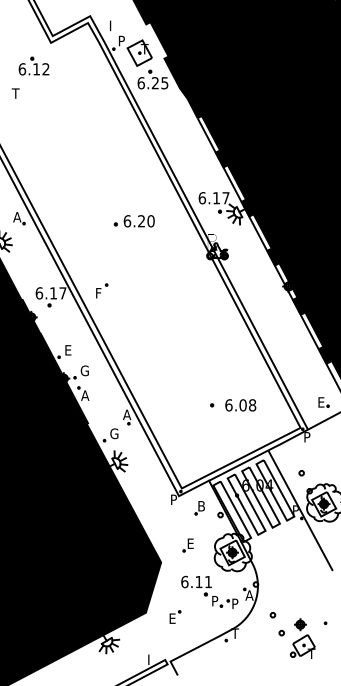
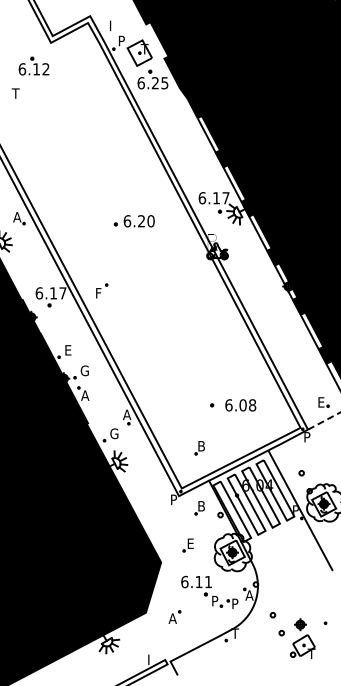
line at (324, 420): solid -> dashed
part at (199, 448): none -> present
text at (172, 618): E -> A
